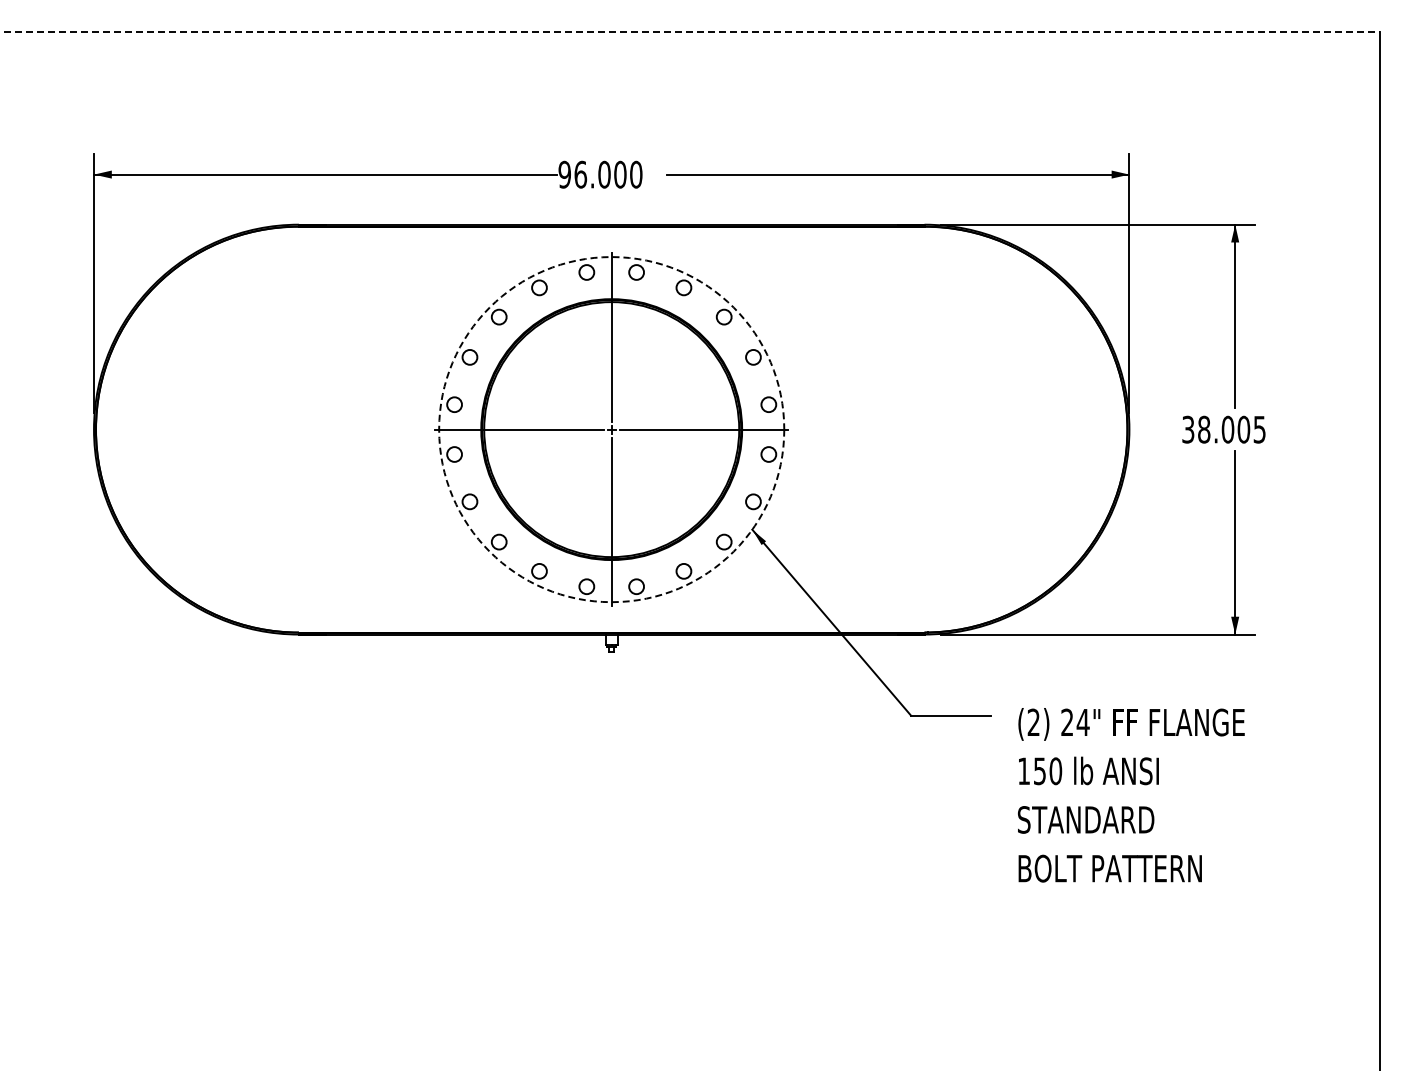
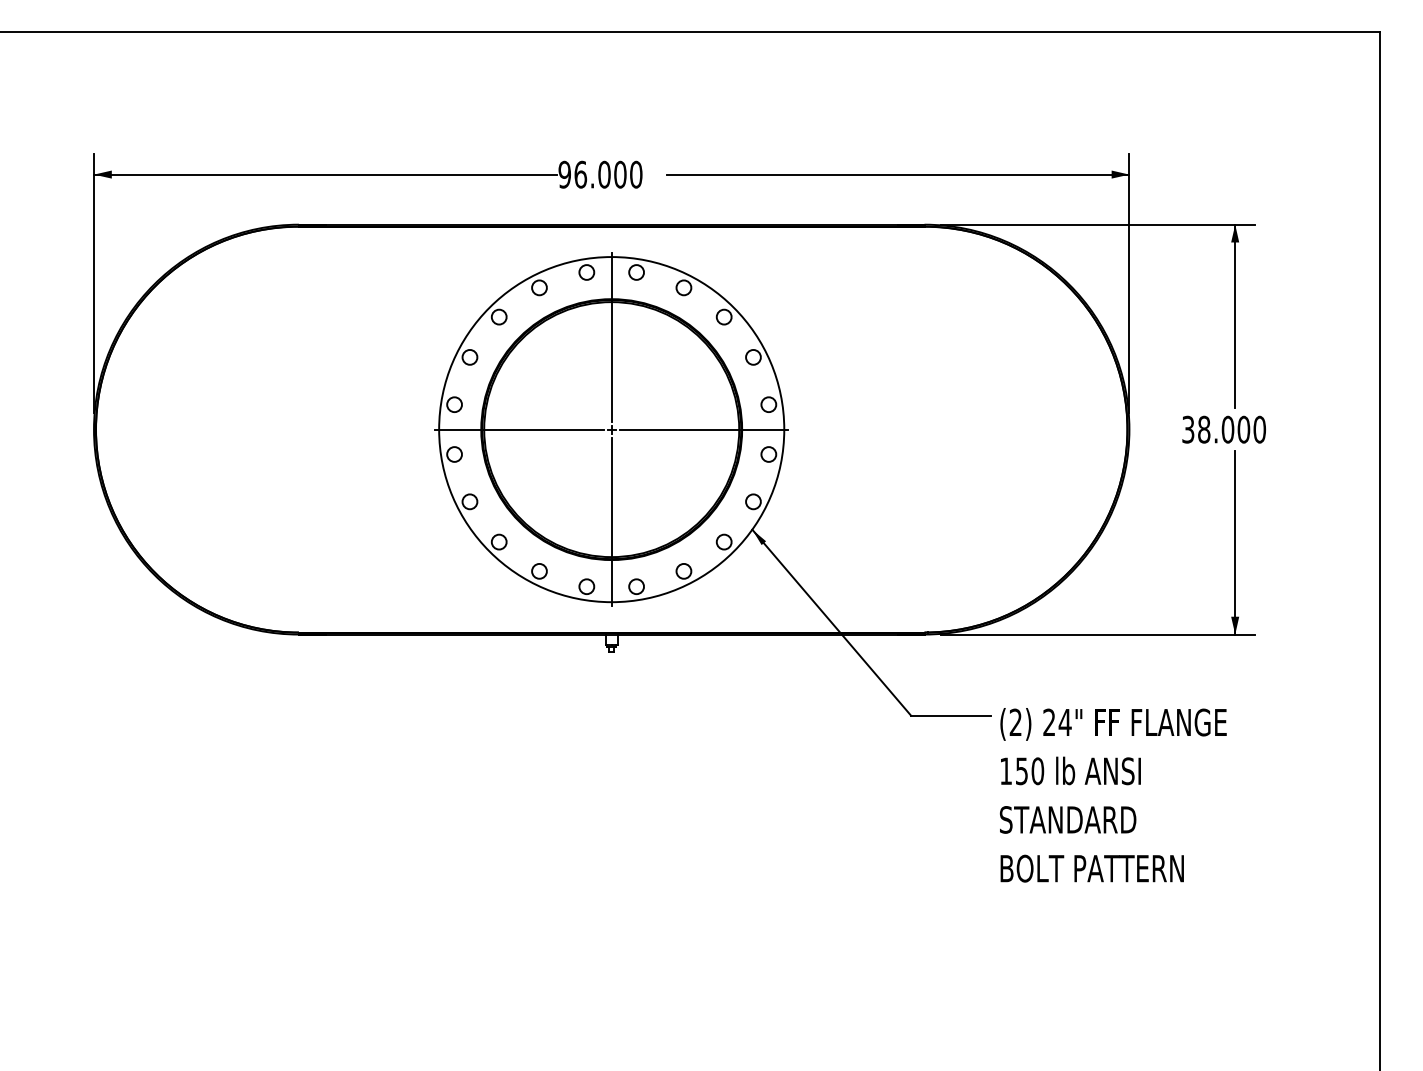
line at (690, 32): dashed -> solid
circle at (611, 429): dashed -> solid
text at (1259, 429): 38.005 -> 38.000
text at (1131, 795) position: (1131, 795) -> (1113, 795)
